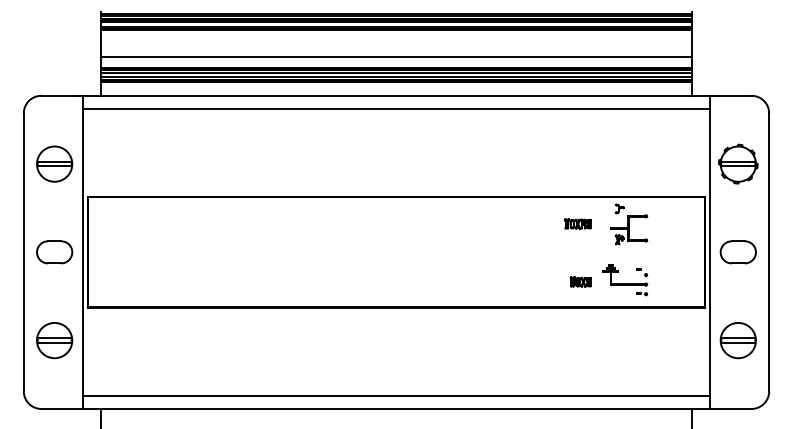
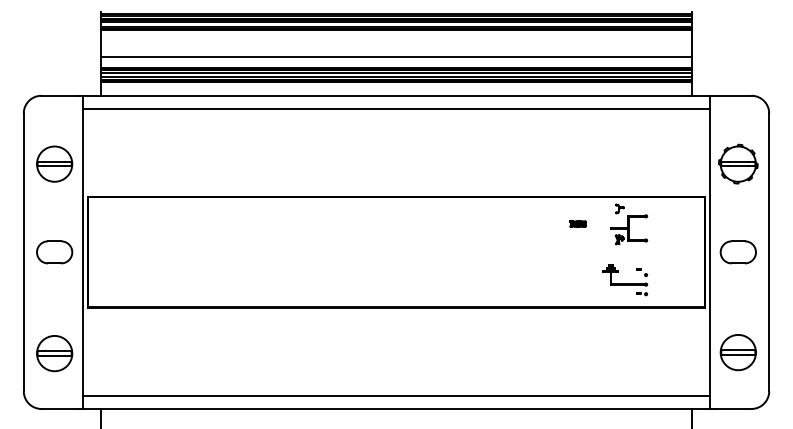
part at (577, 223) size: 28x12 px -> 18x8 px
part at (580, 281): present -> none
part at (54, 340) position: (54, 340) -> (54, 353)
part at (737, 340) position: (737, 340) -> (737, 352)
